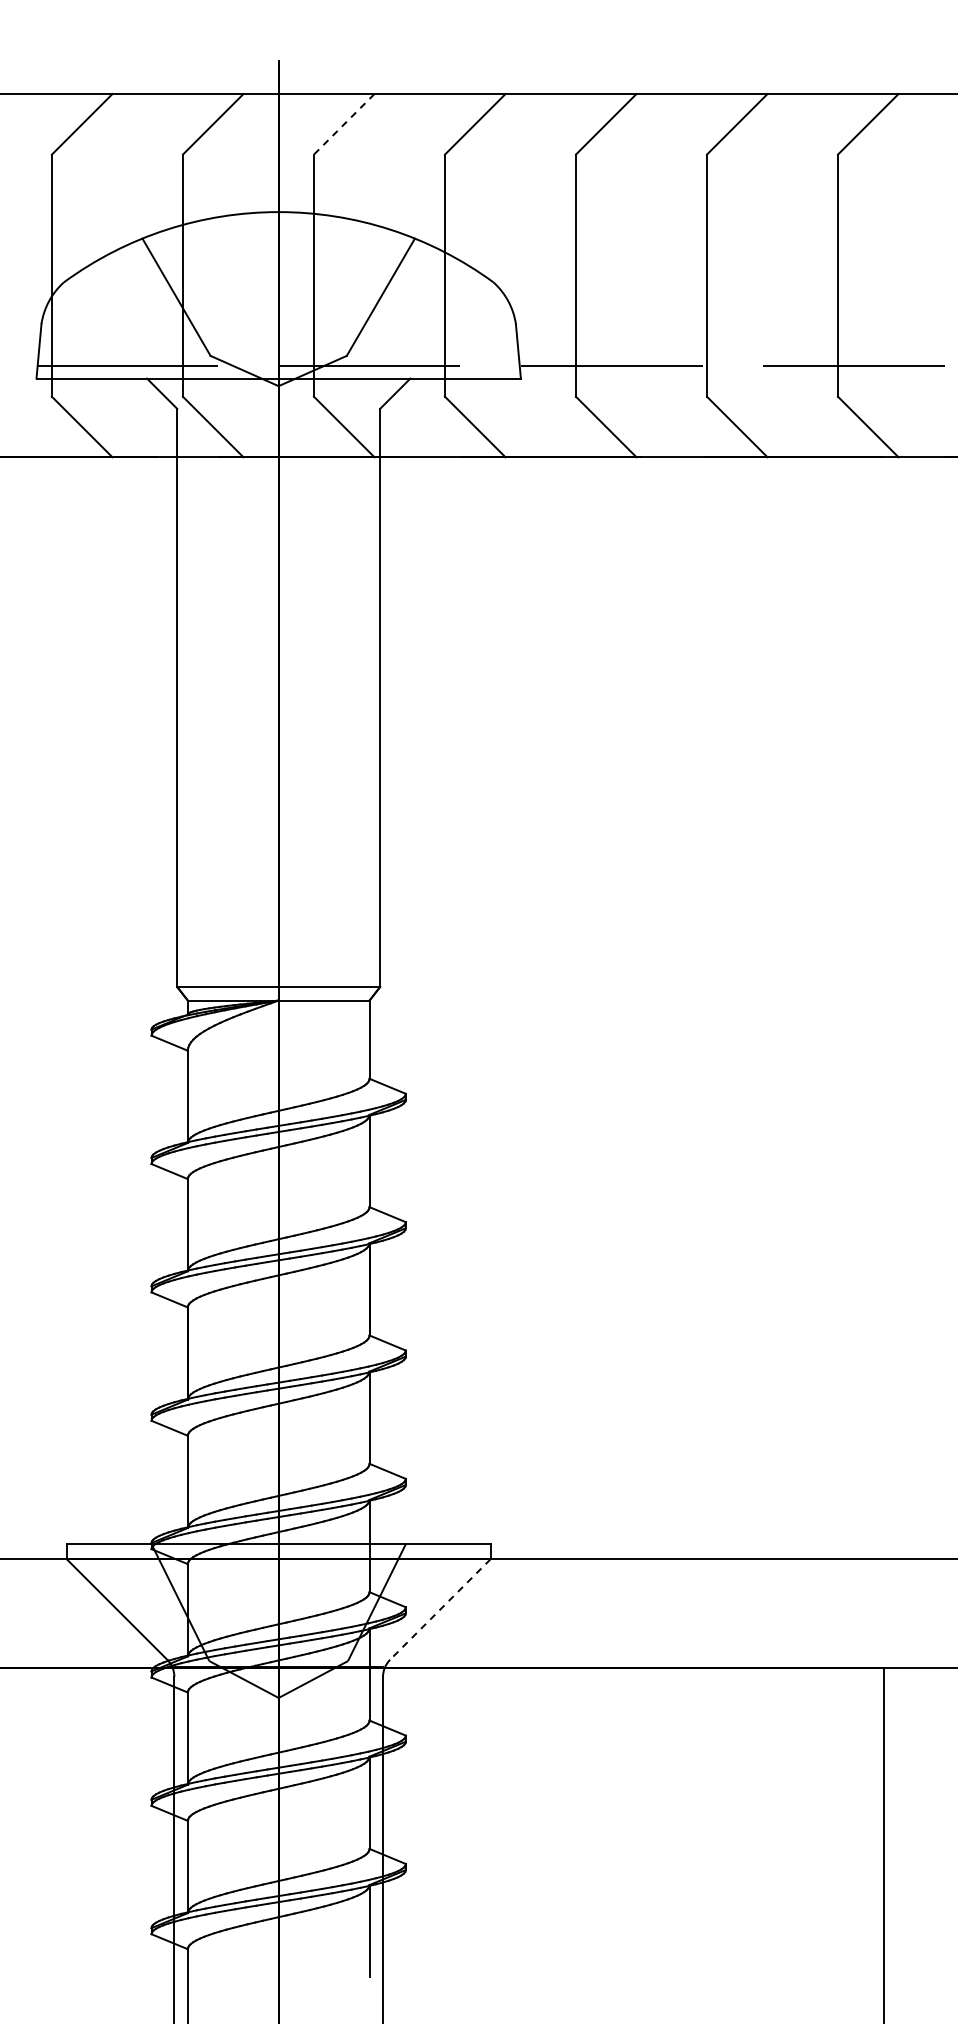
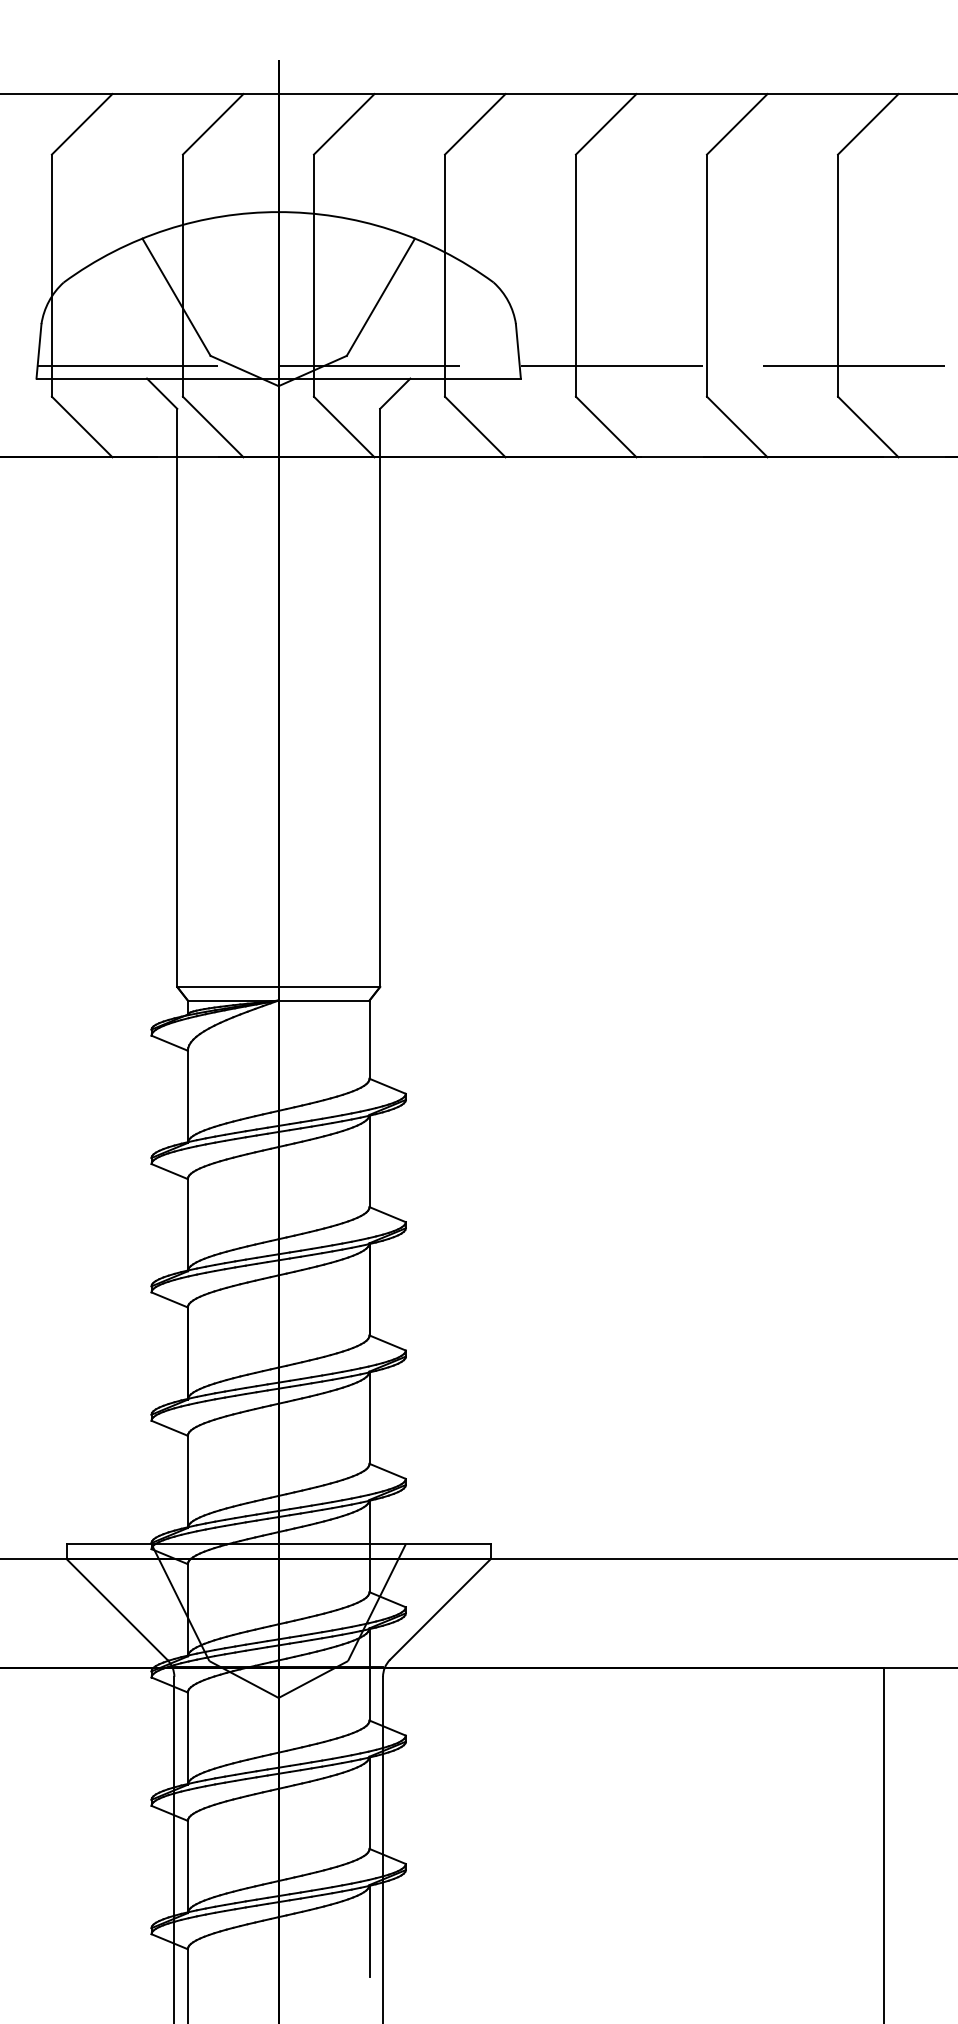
line at (344, 124): dashed -> solid
line at (440, 1609): dashed -> solid
